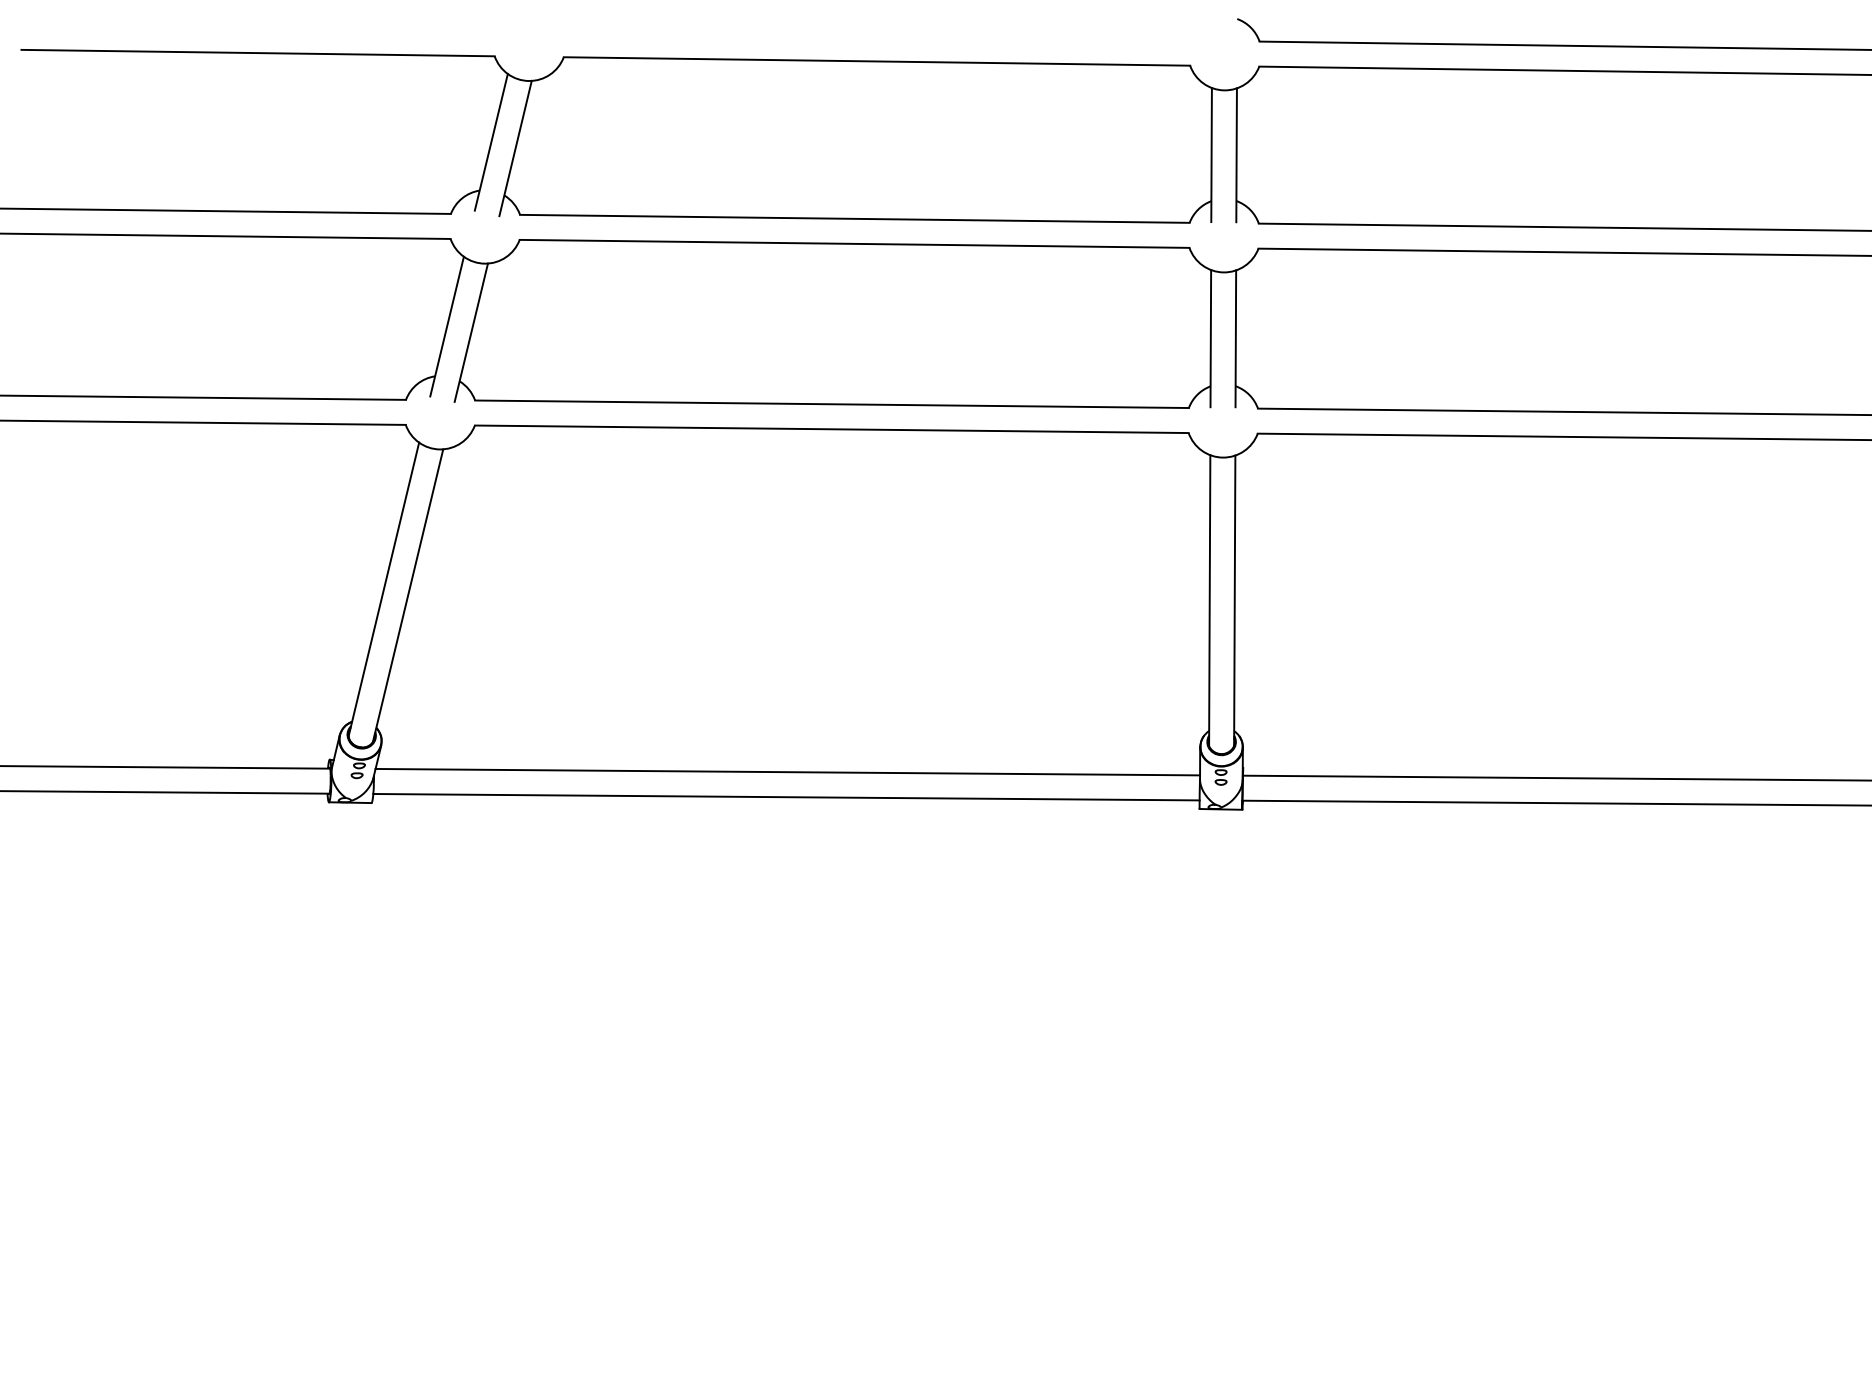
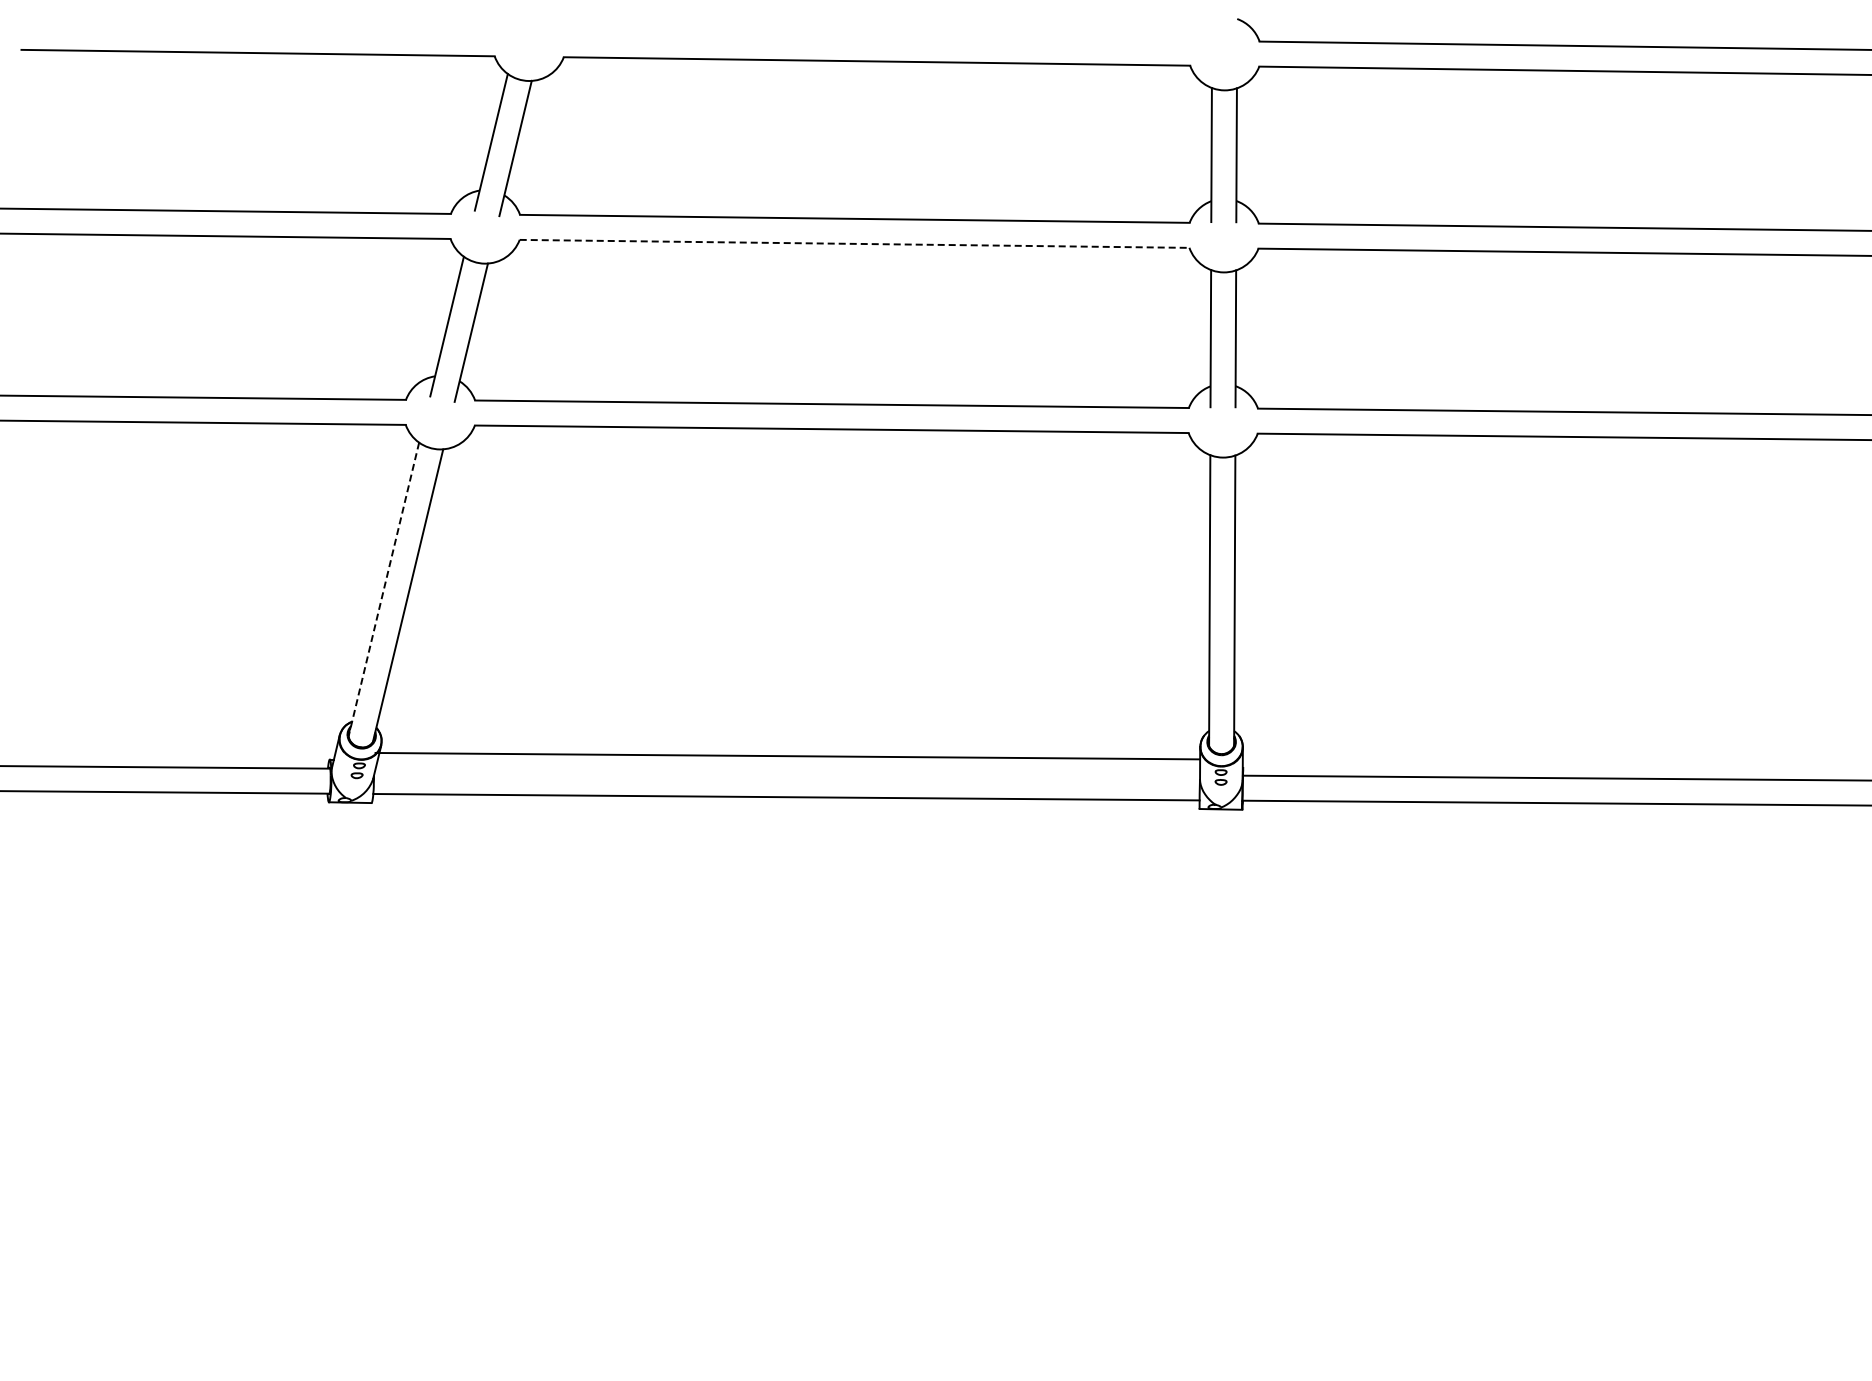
line at (854, 243): solid -> dashed
line at (383, 589): solid -> dashed
line at (787, 771) position: (787, 771) -> (787, 755)
